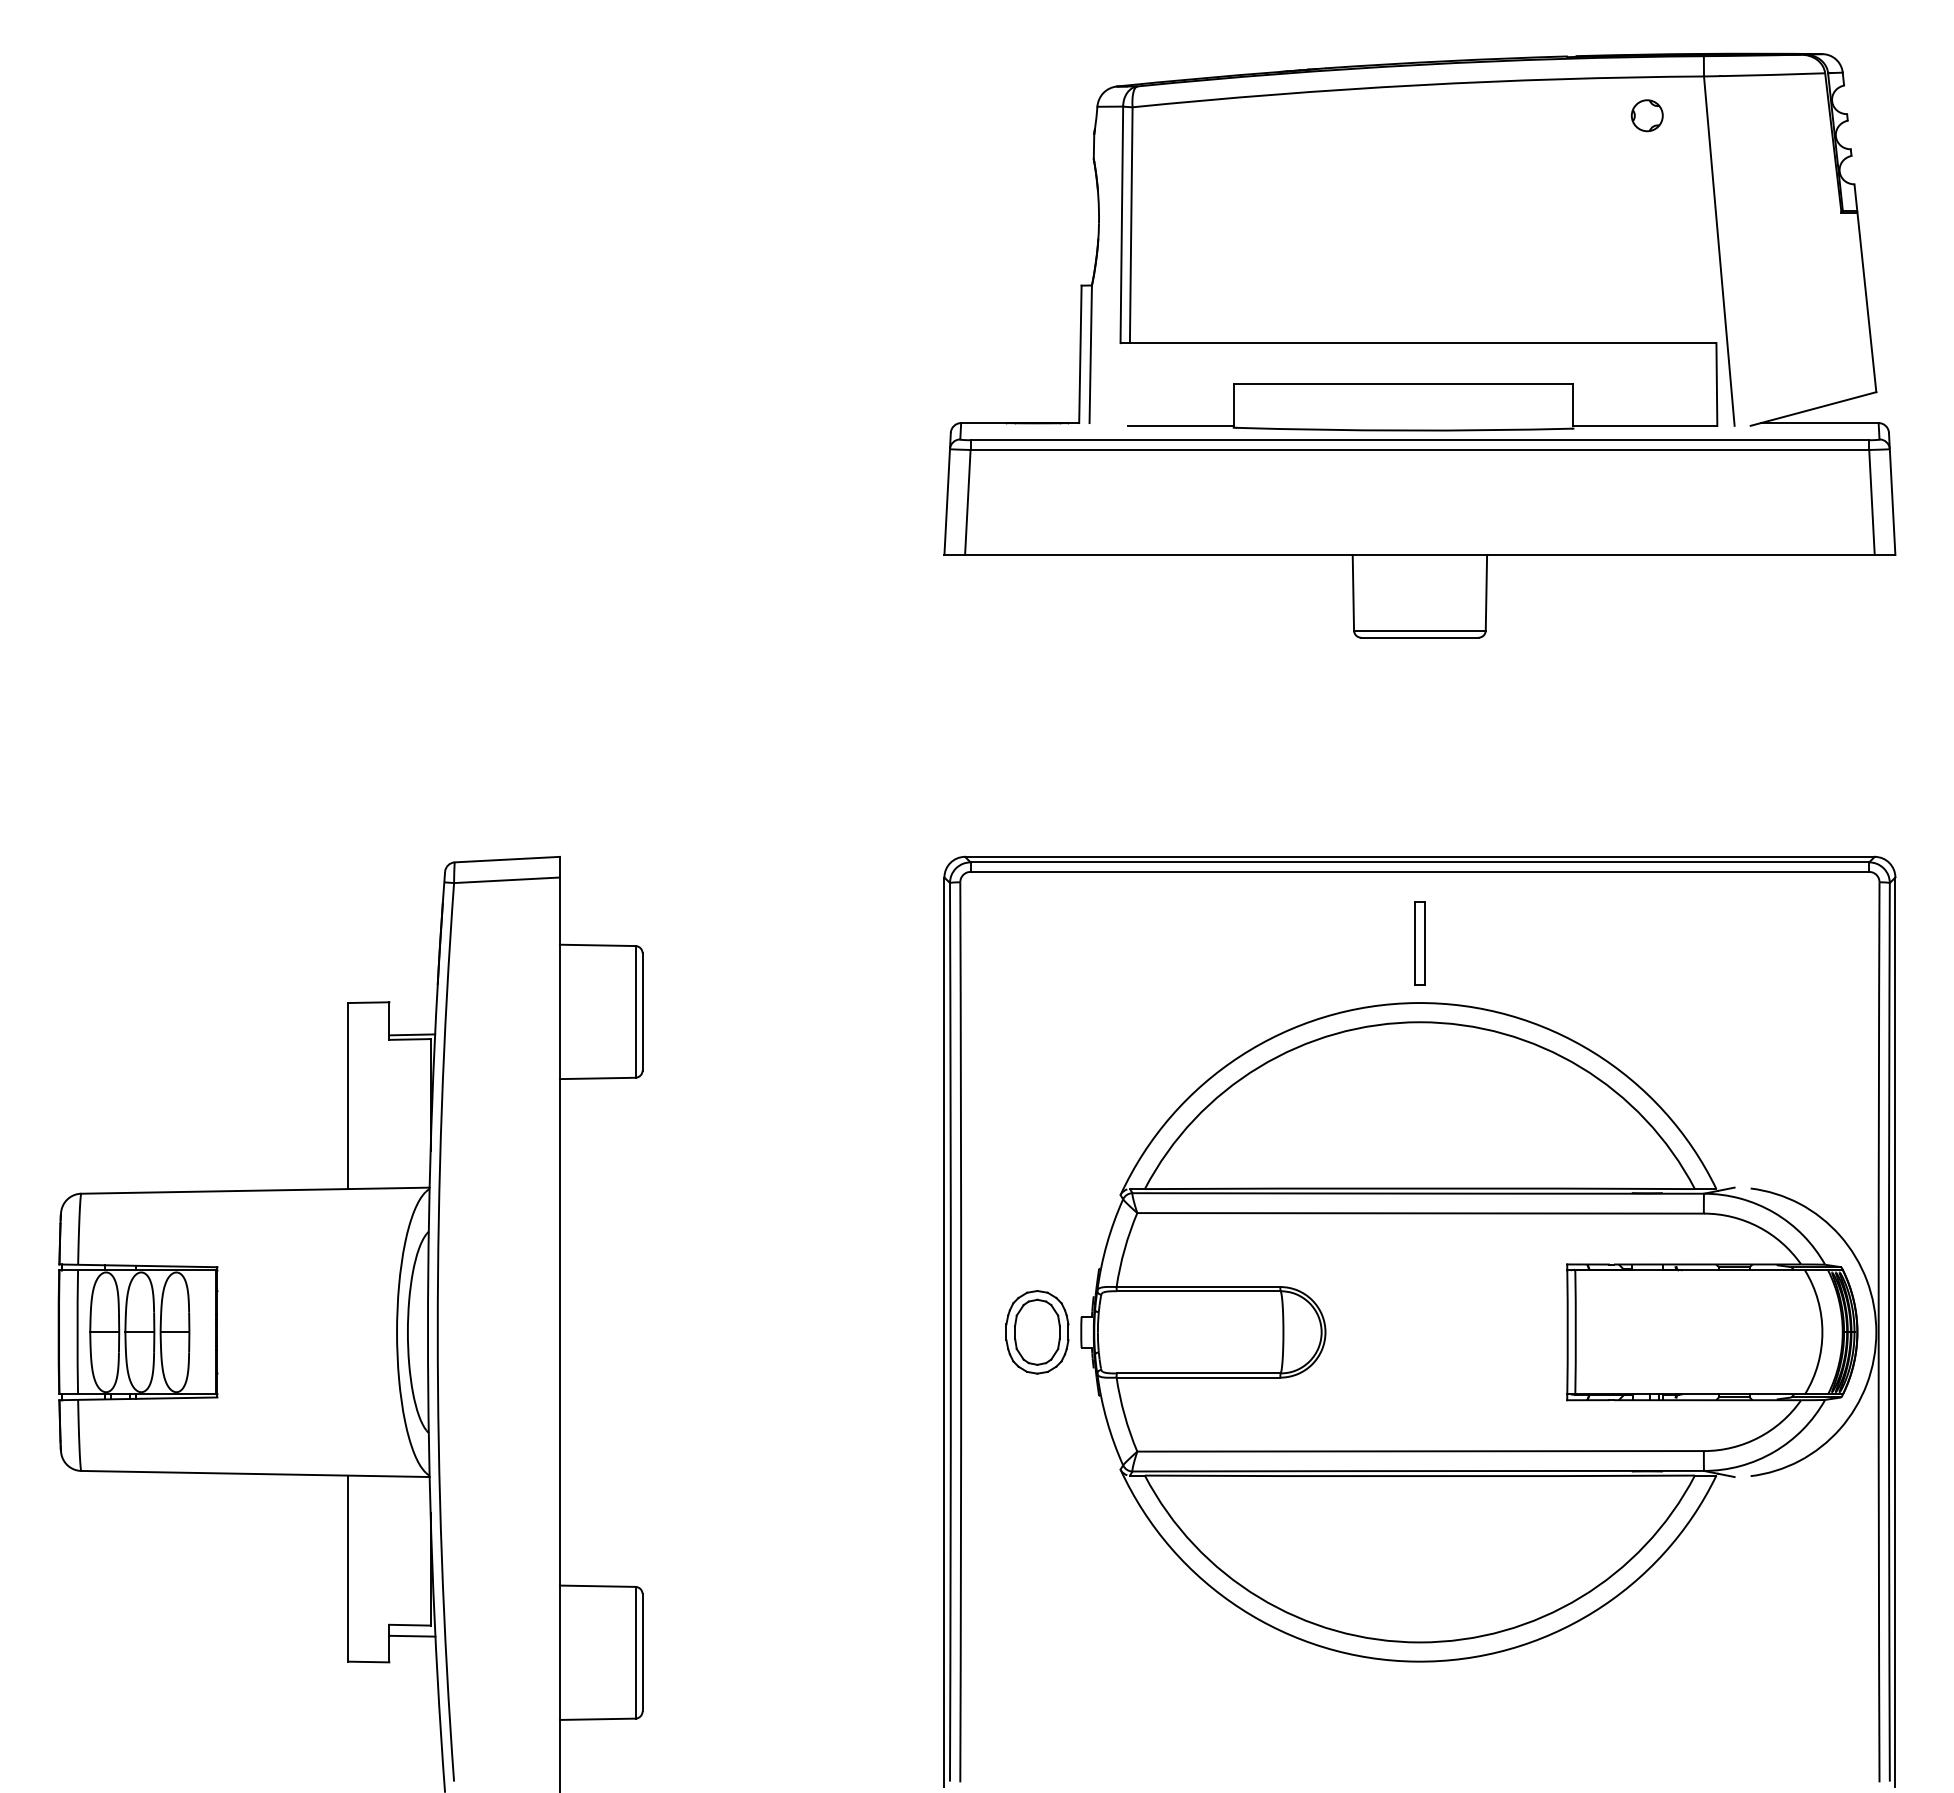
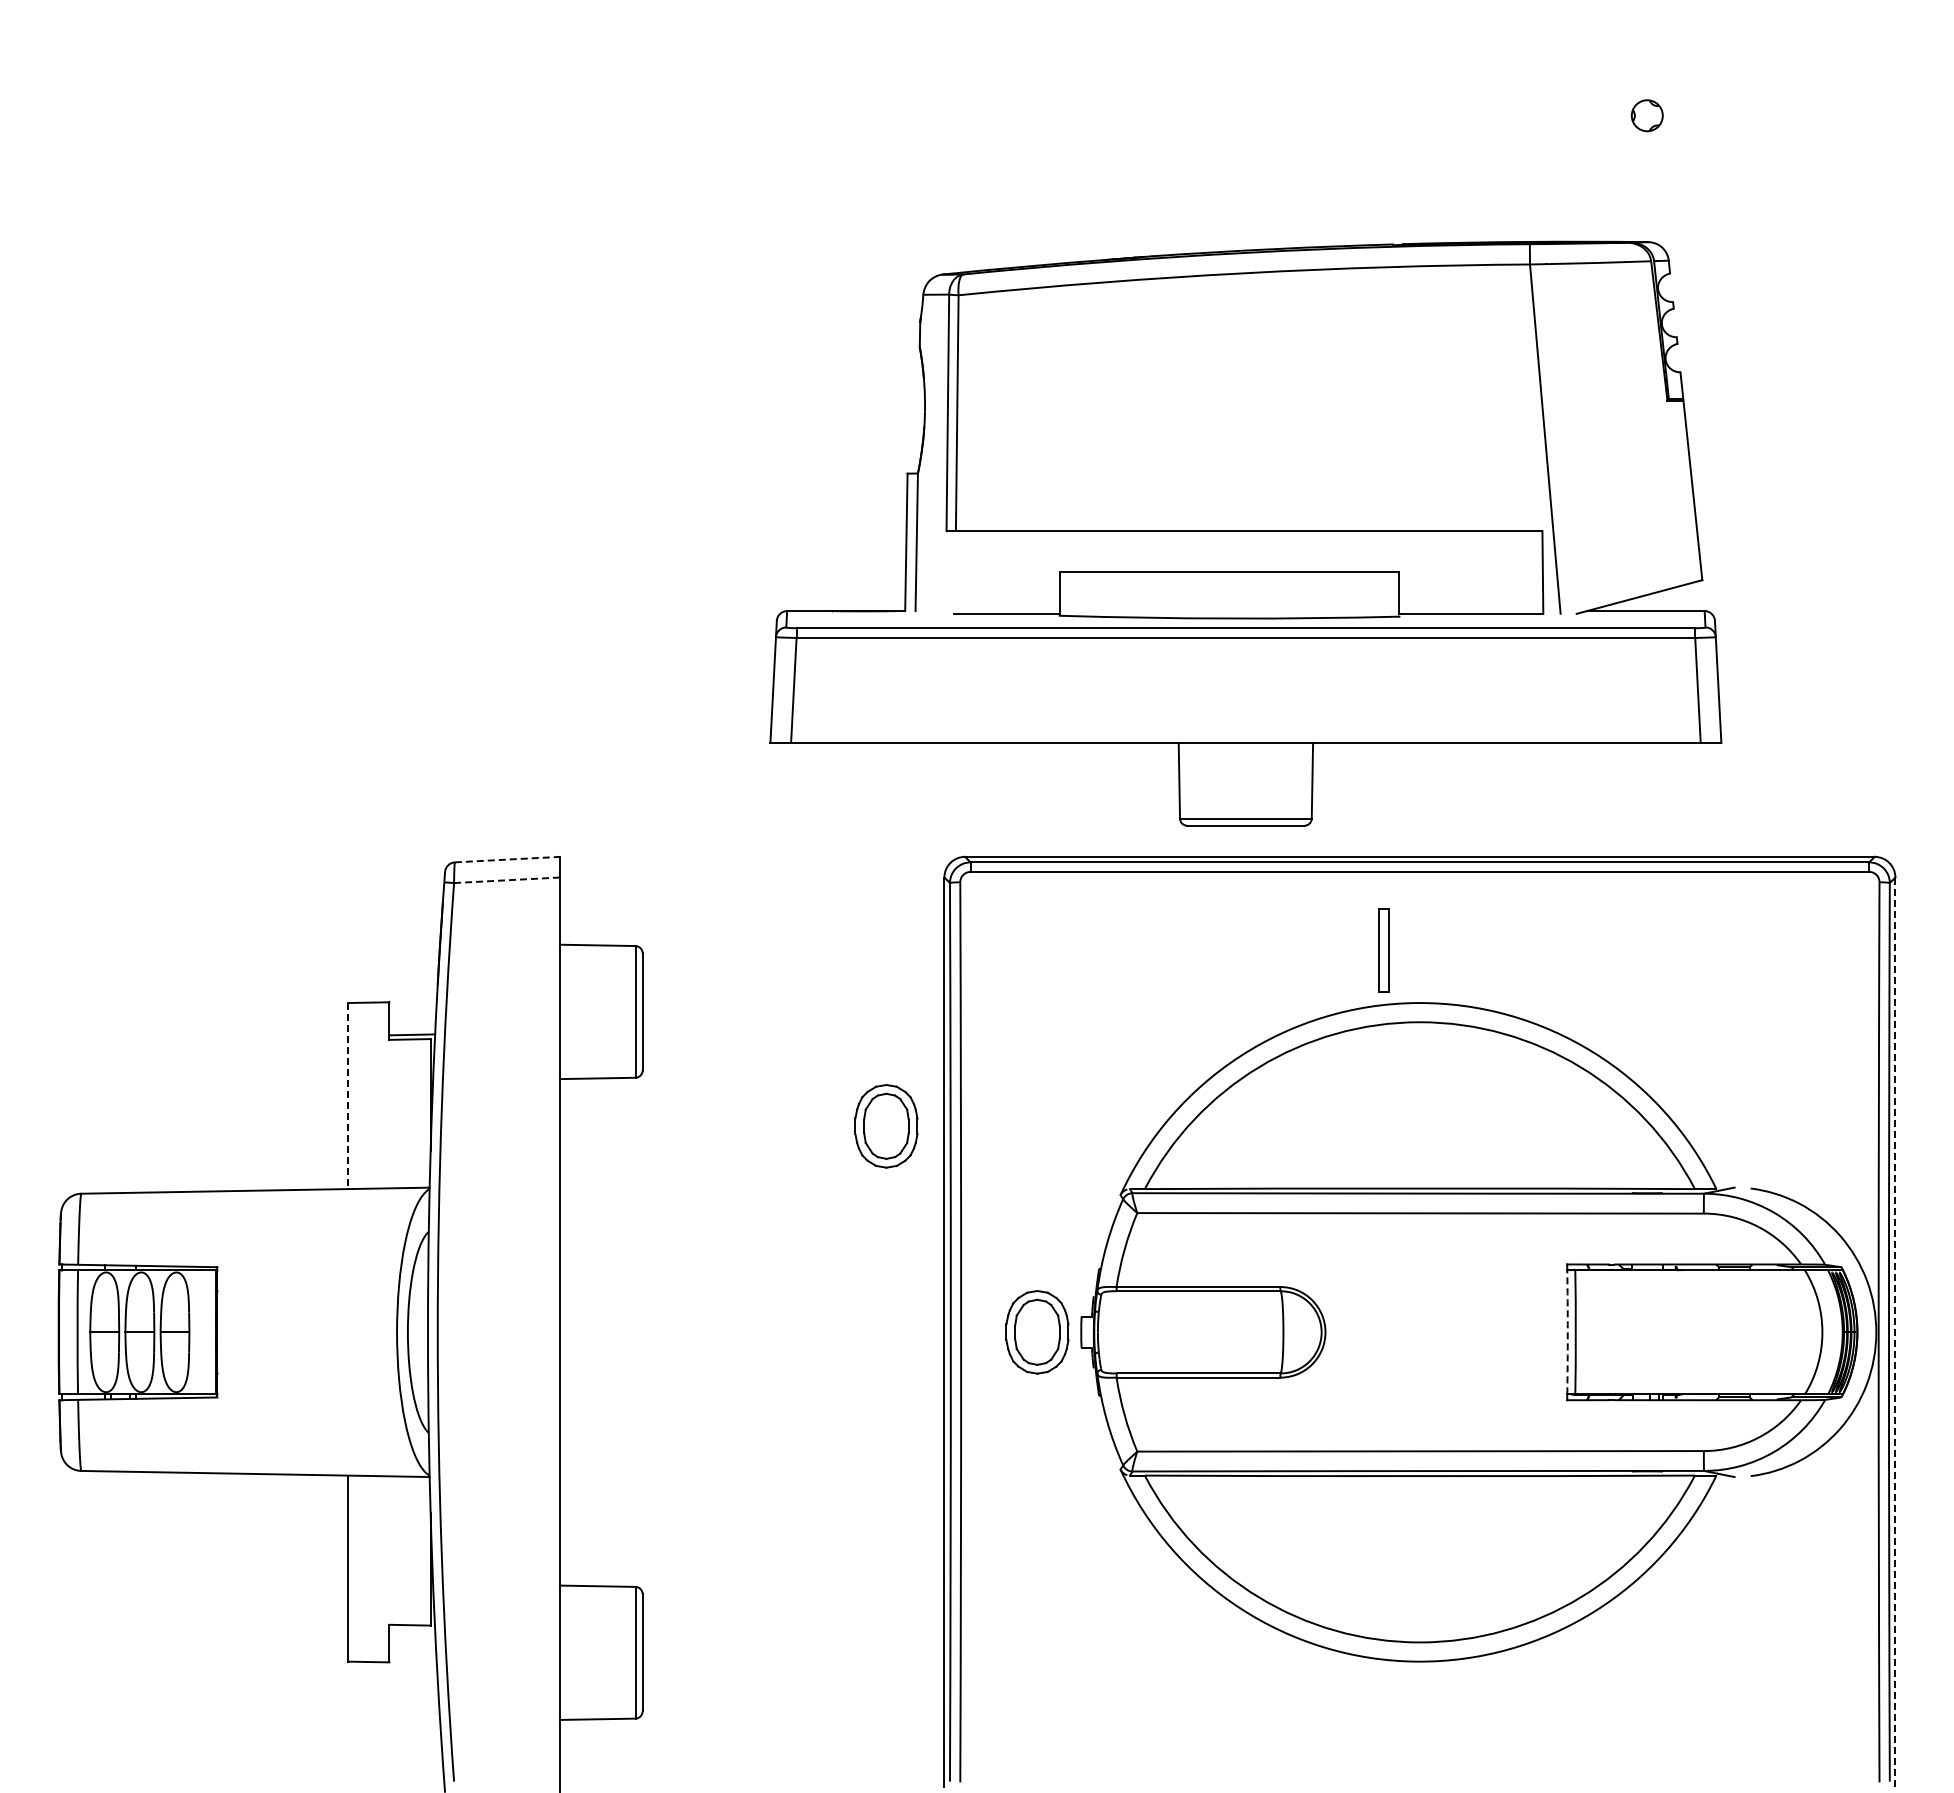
part at (1419, 345) position: (1419, 345) -> (1245, 533)
line at (507, 859): solid -> dashed
line at (507, 880): solid -> dashed
part at (1419, 943) position: (1419, 943) -> (1383, 950)
line at (348, 1096): solid -> dashed
part at (886, 1126): none -> present
arc at (1567, 1332): solid -> dashed
line at (1895, 1332): solid -> dashed
line at (412, 1635): present -> none
